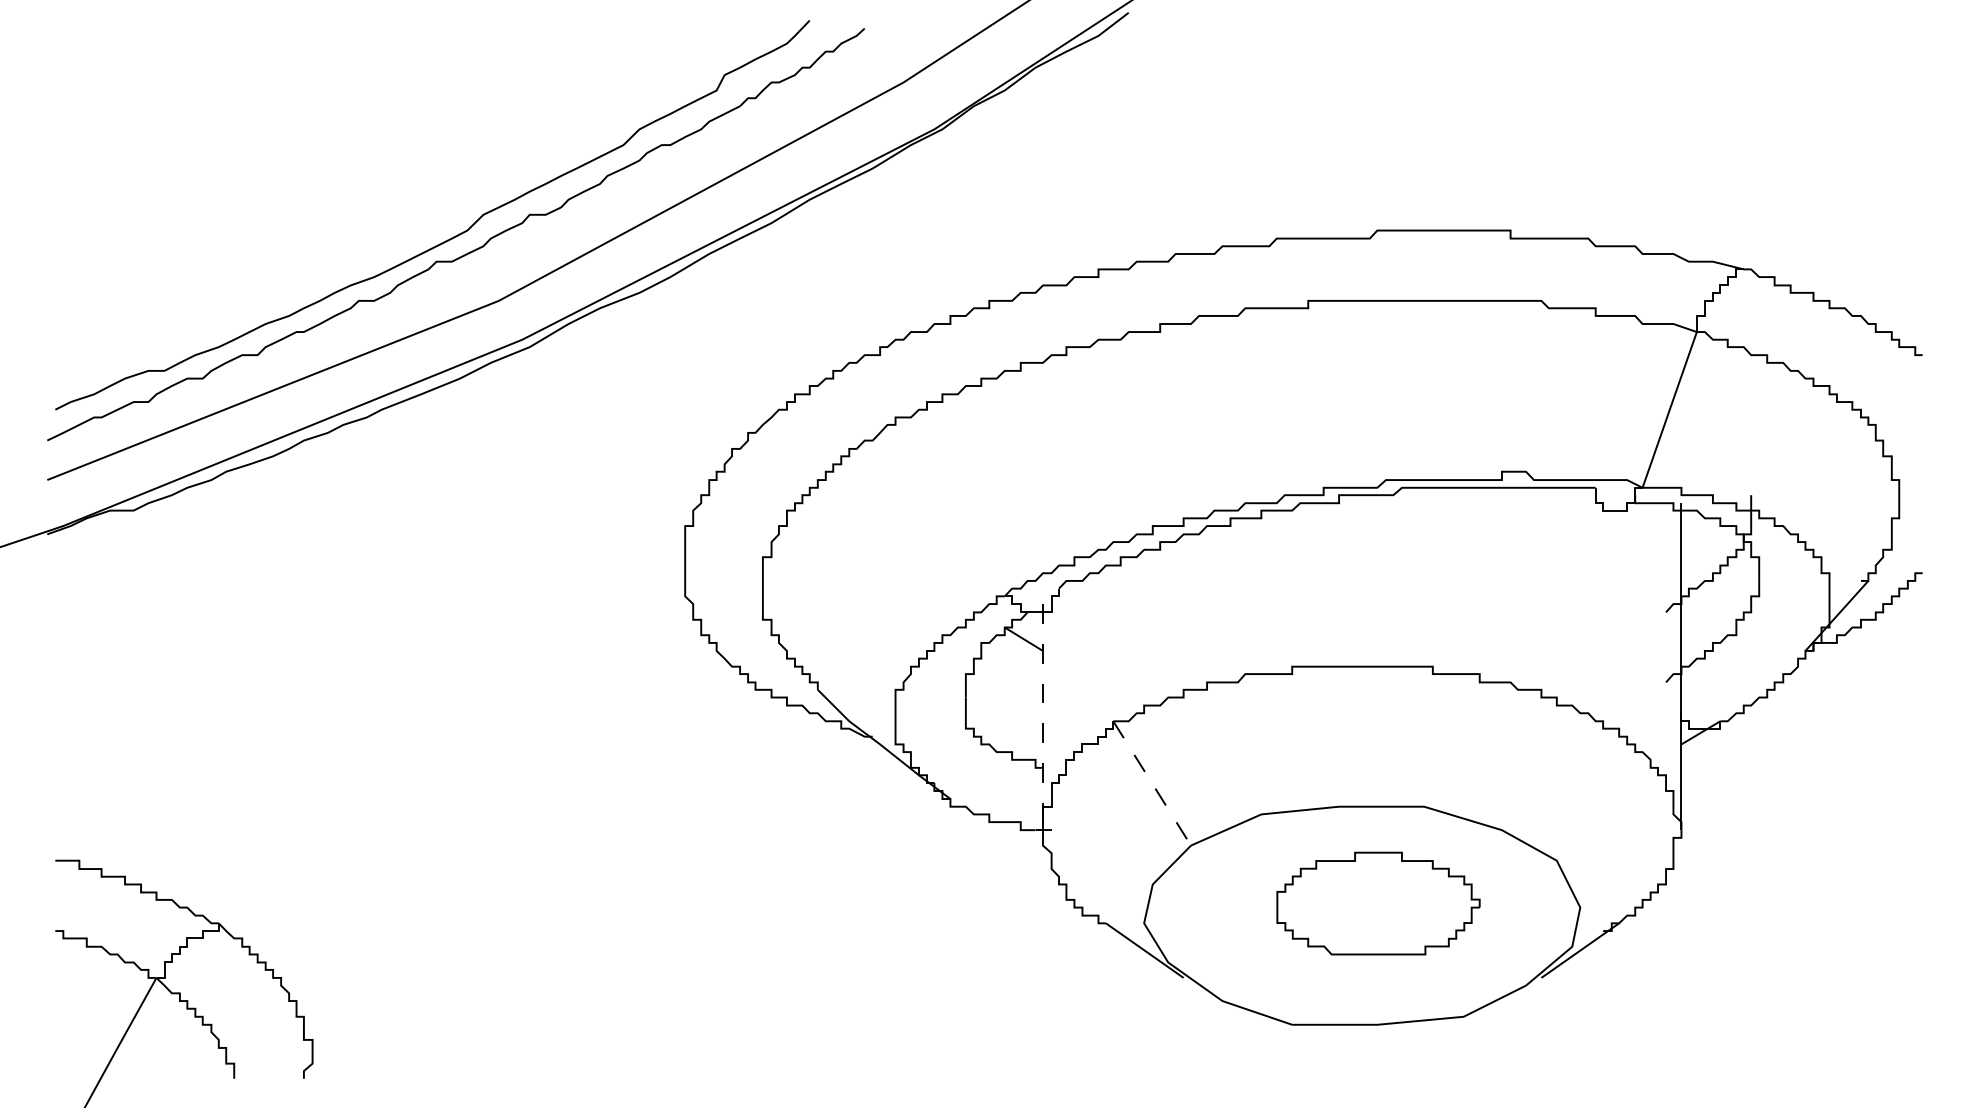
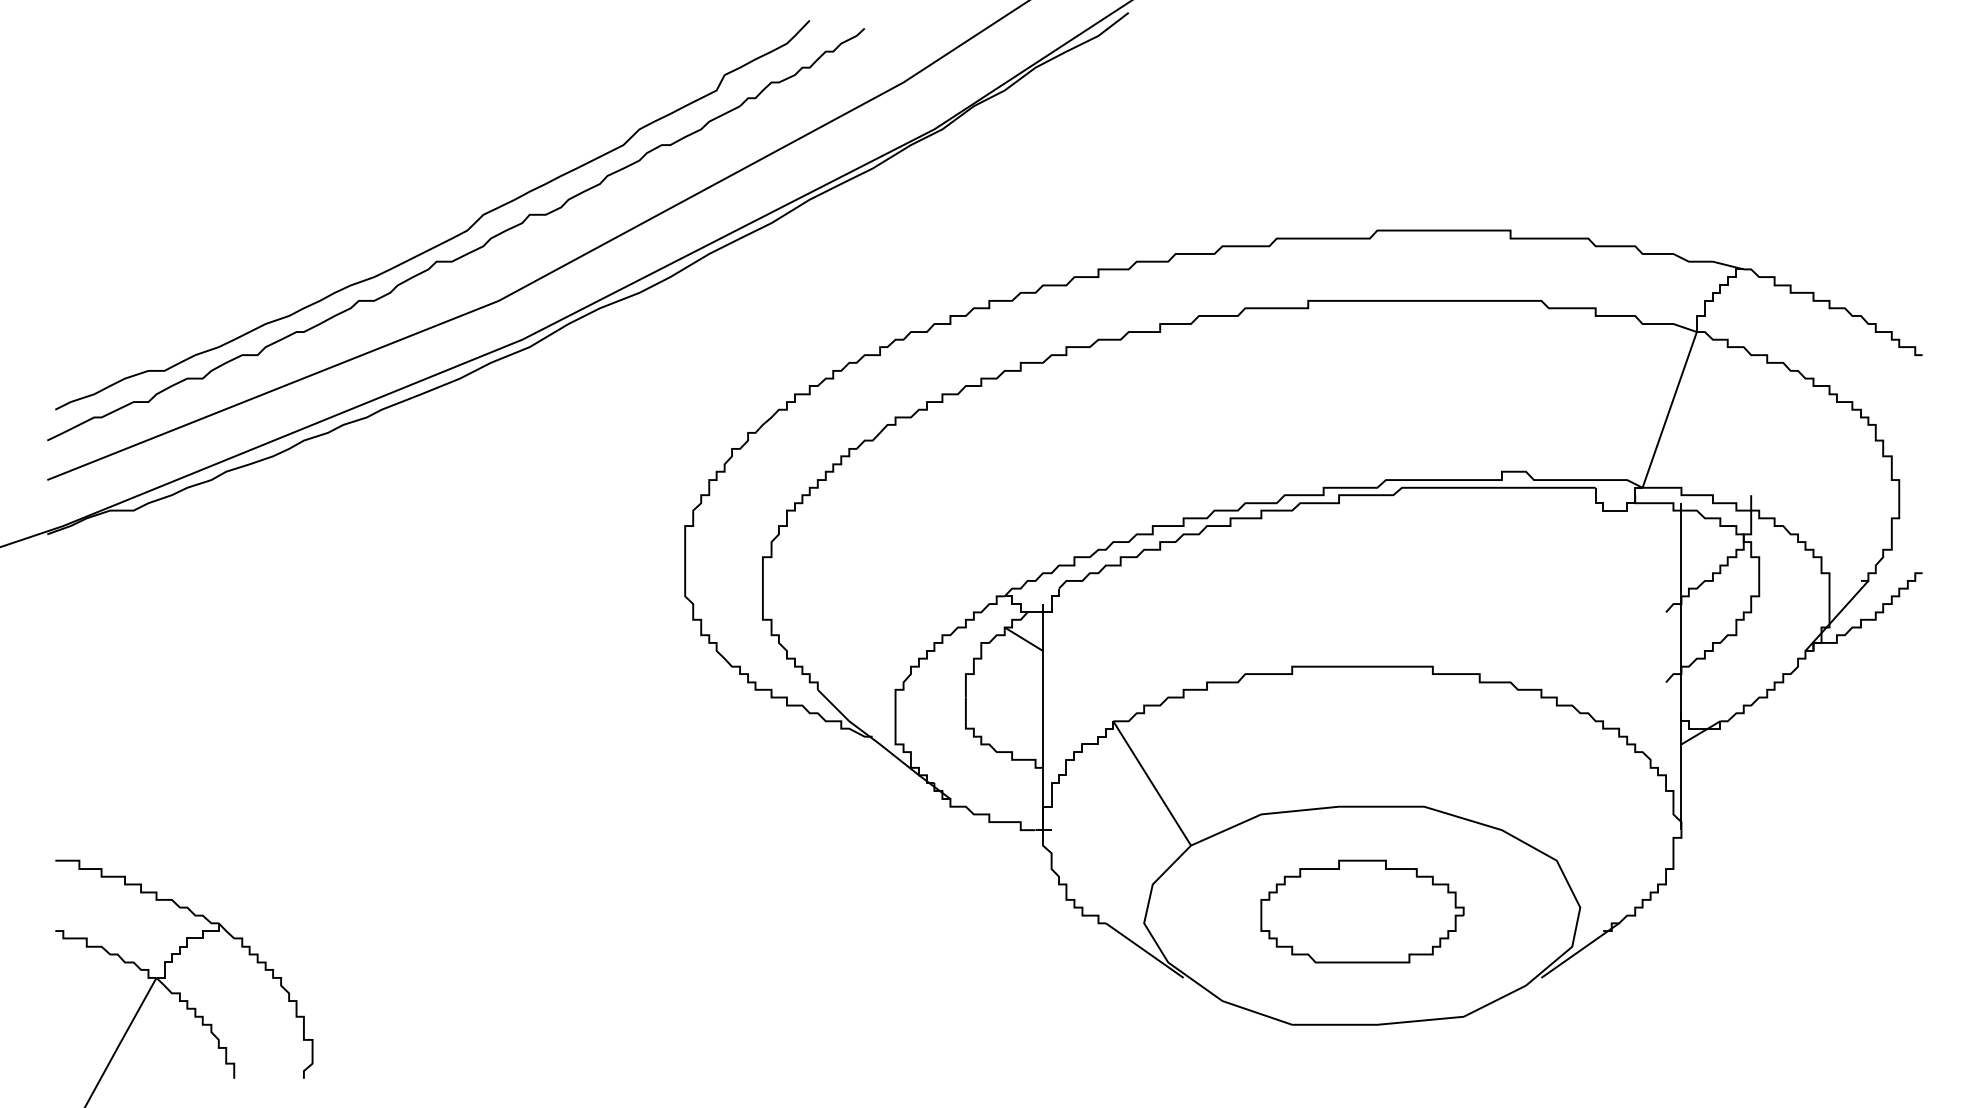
line at (1042, 717): dashed -> solid
line at (1152, 783): dashed -> solid
part at (1378, 903) position: (1378, 903) -> (1362, 911)
